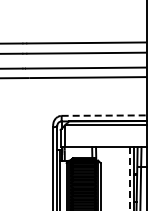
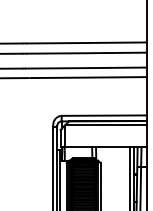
line at (104, 115): dashed -> solid
line at (129, 178): dashed -> solid
